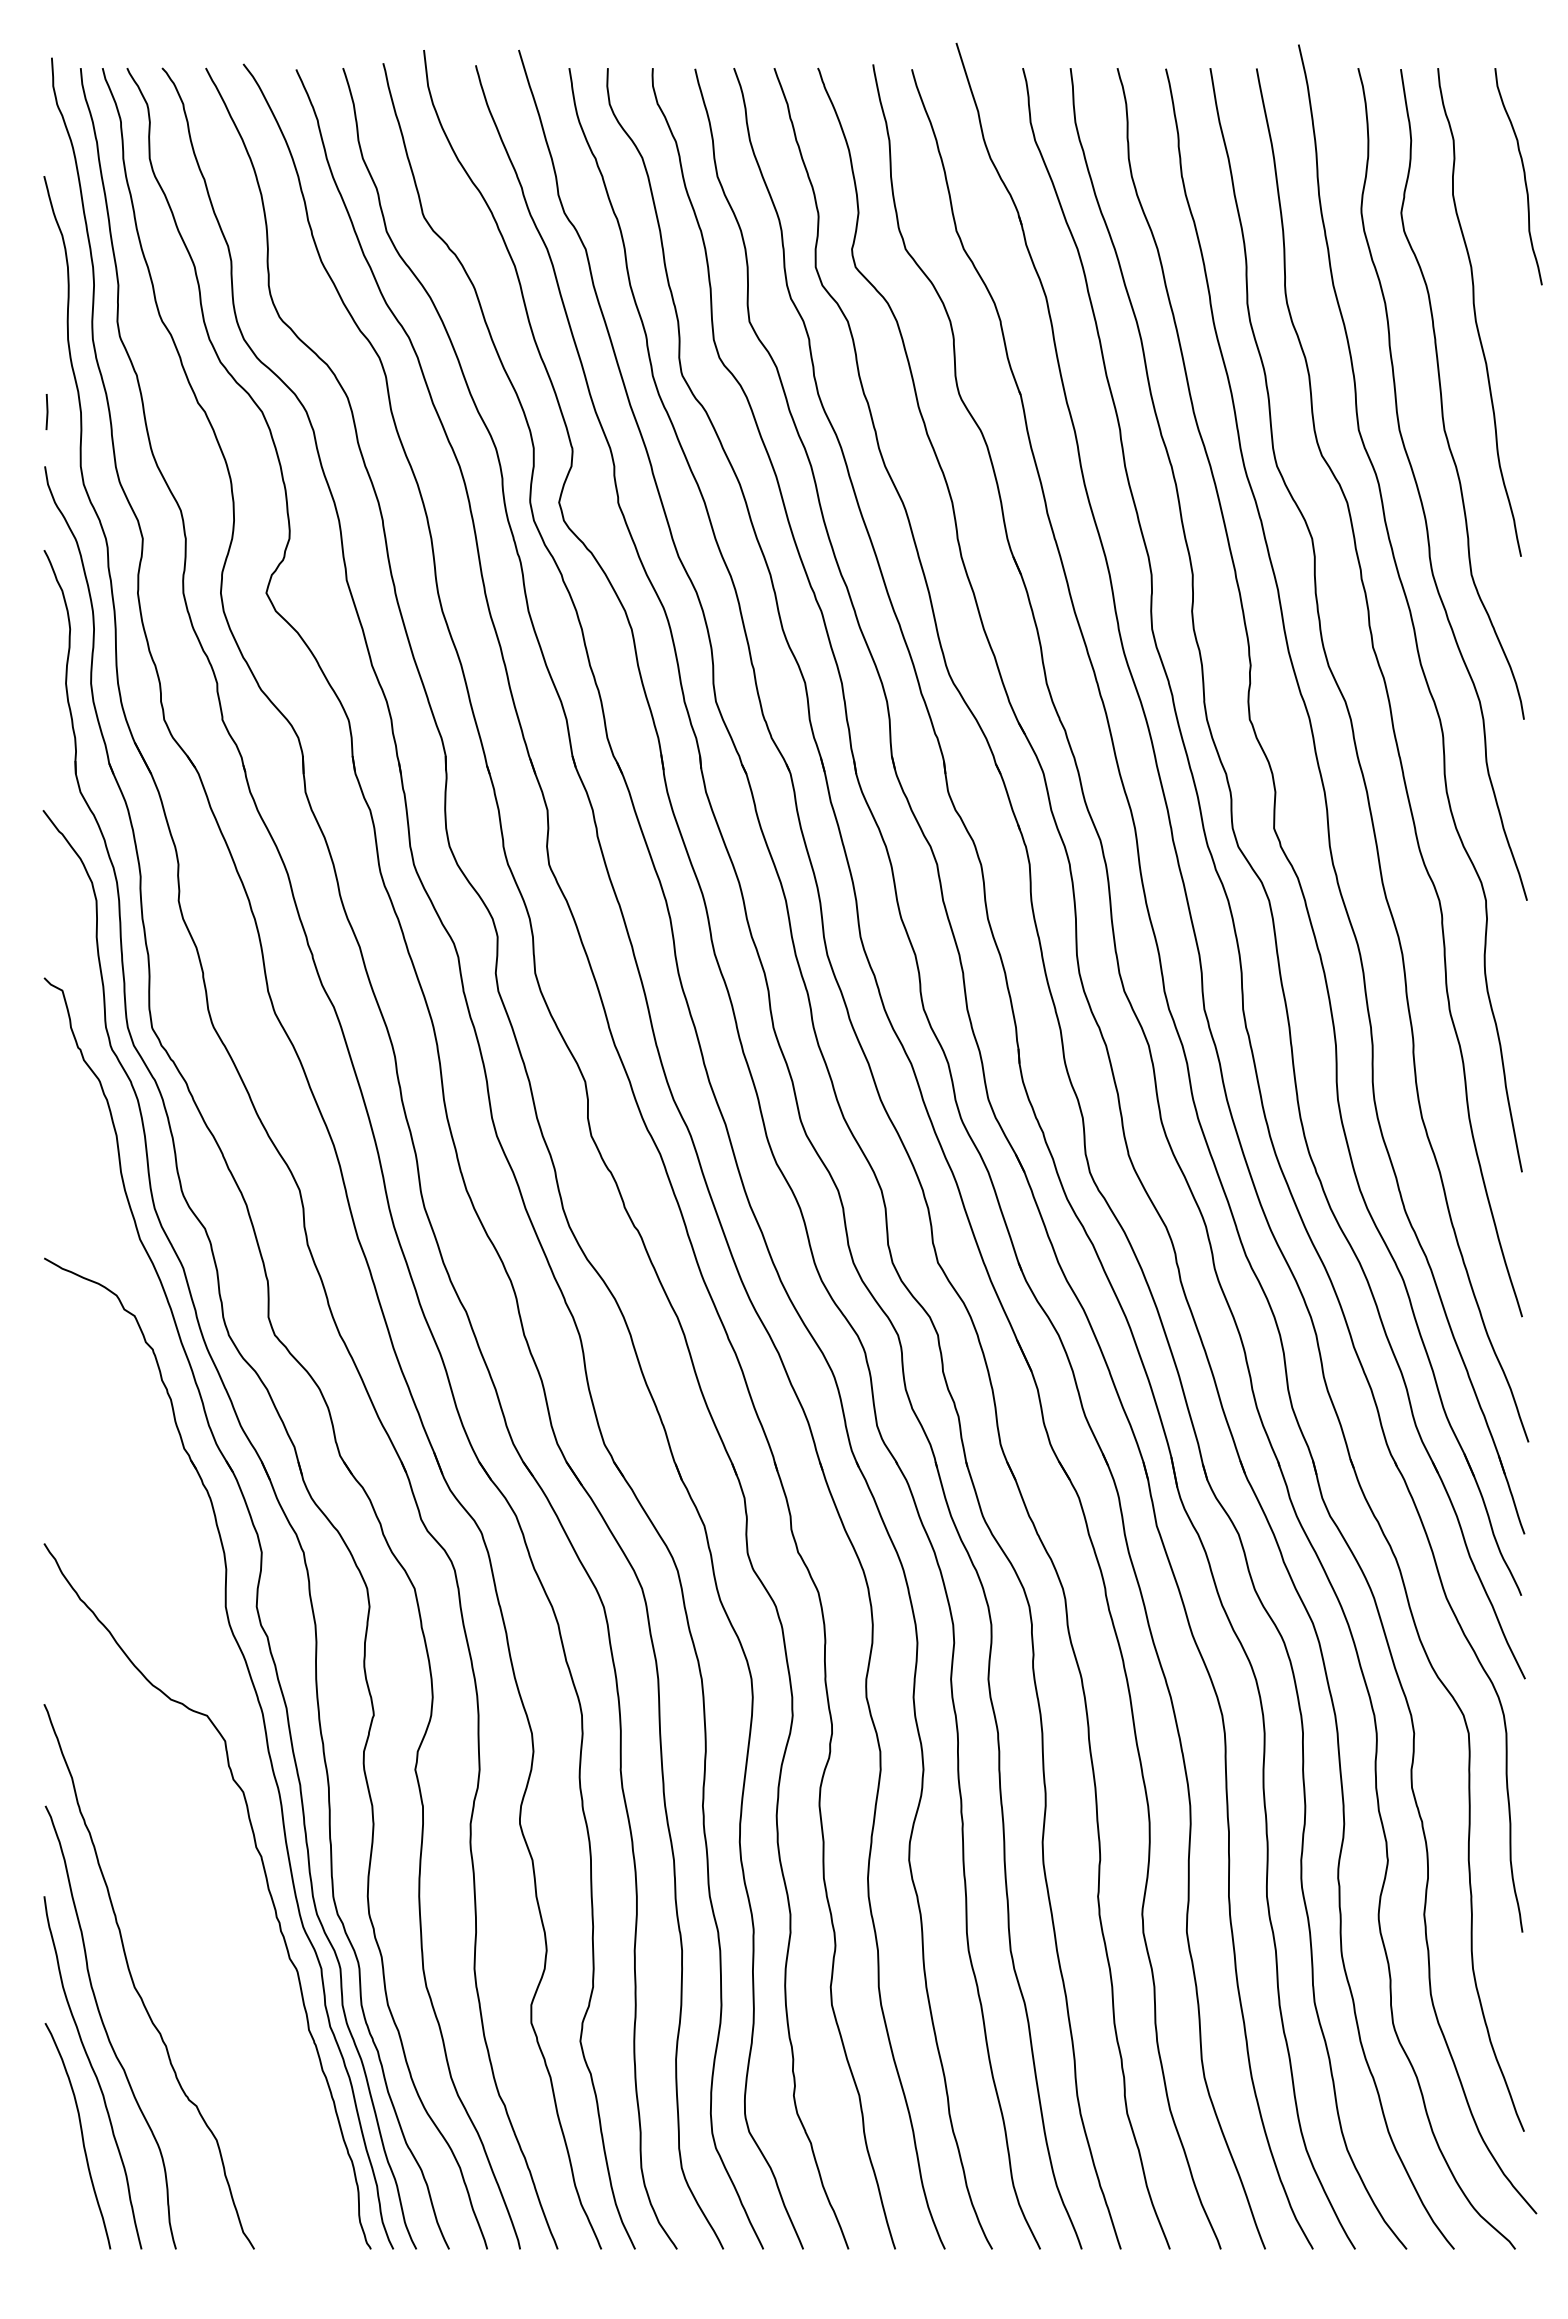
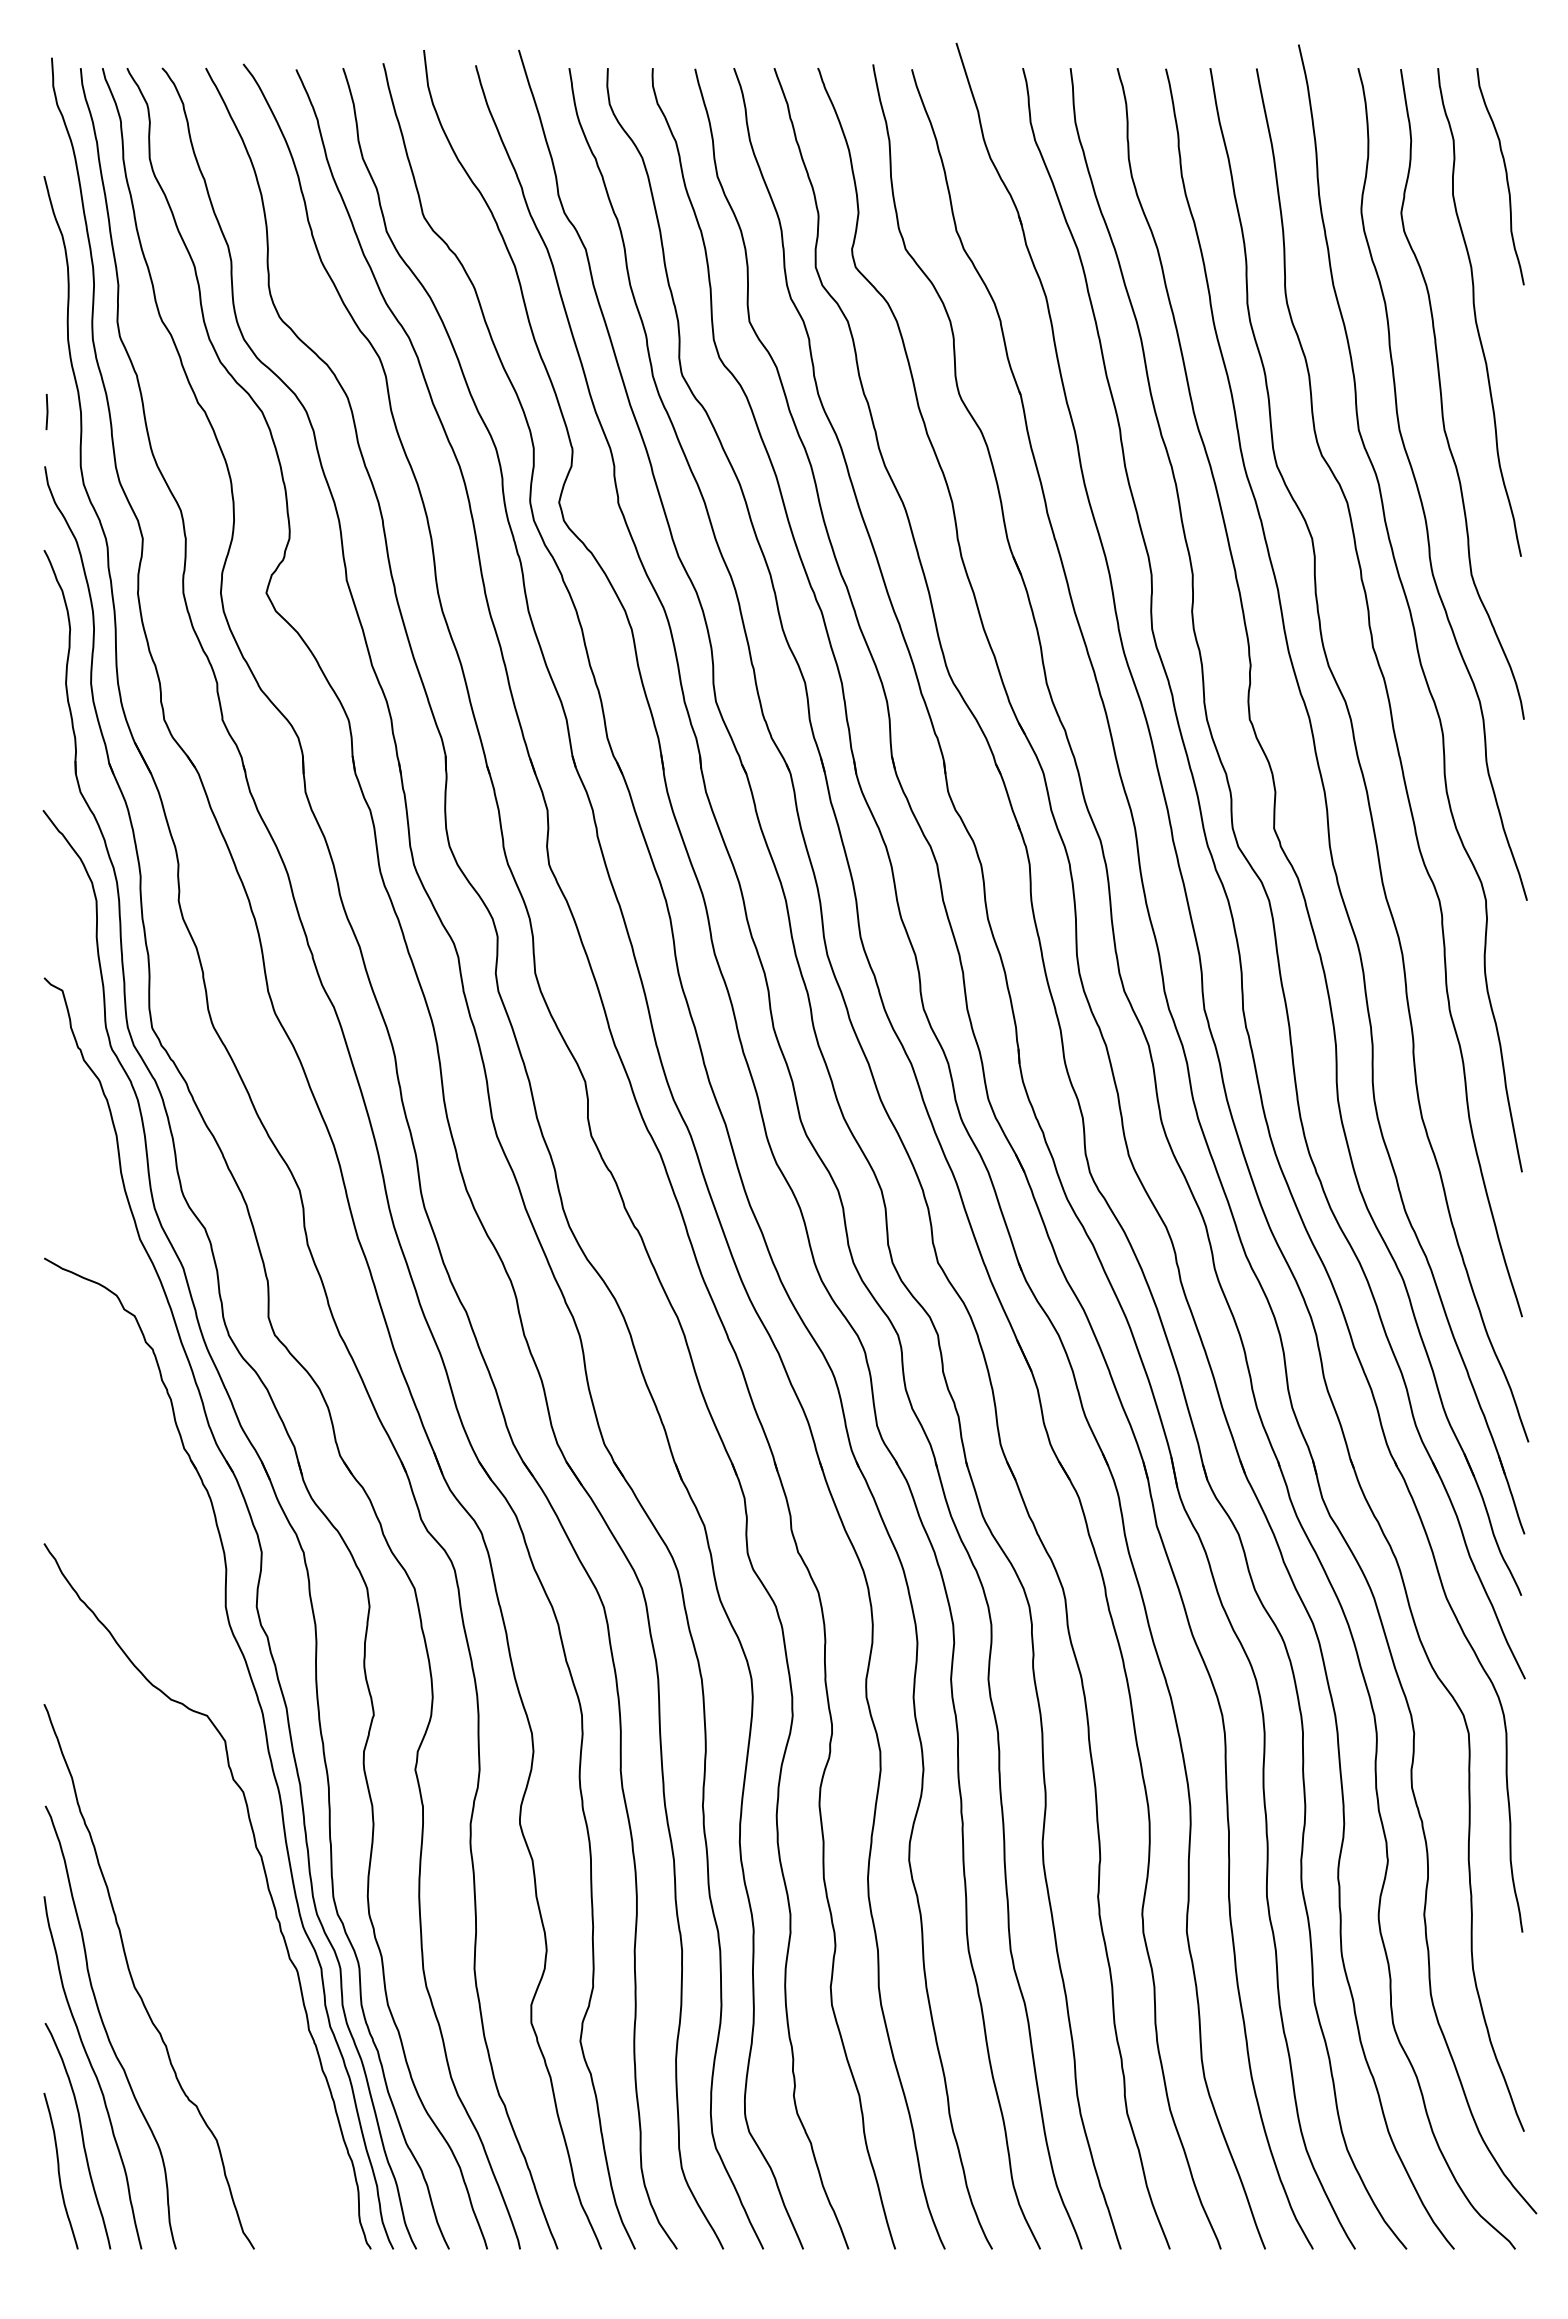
curve at (1523, 175) position: (1523, 175) -> (1505, 175)
curve at (59, 2170): none -> present
